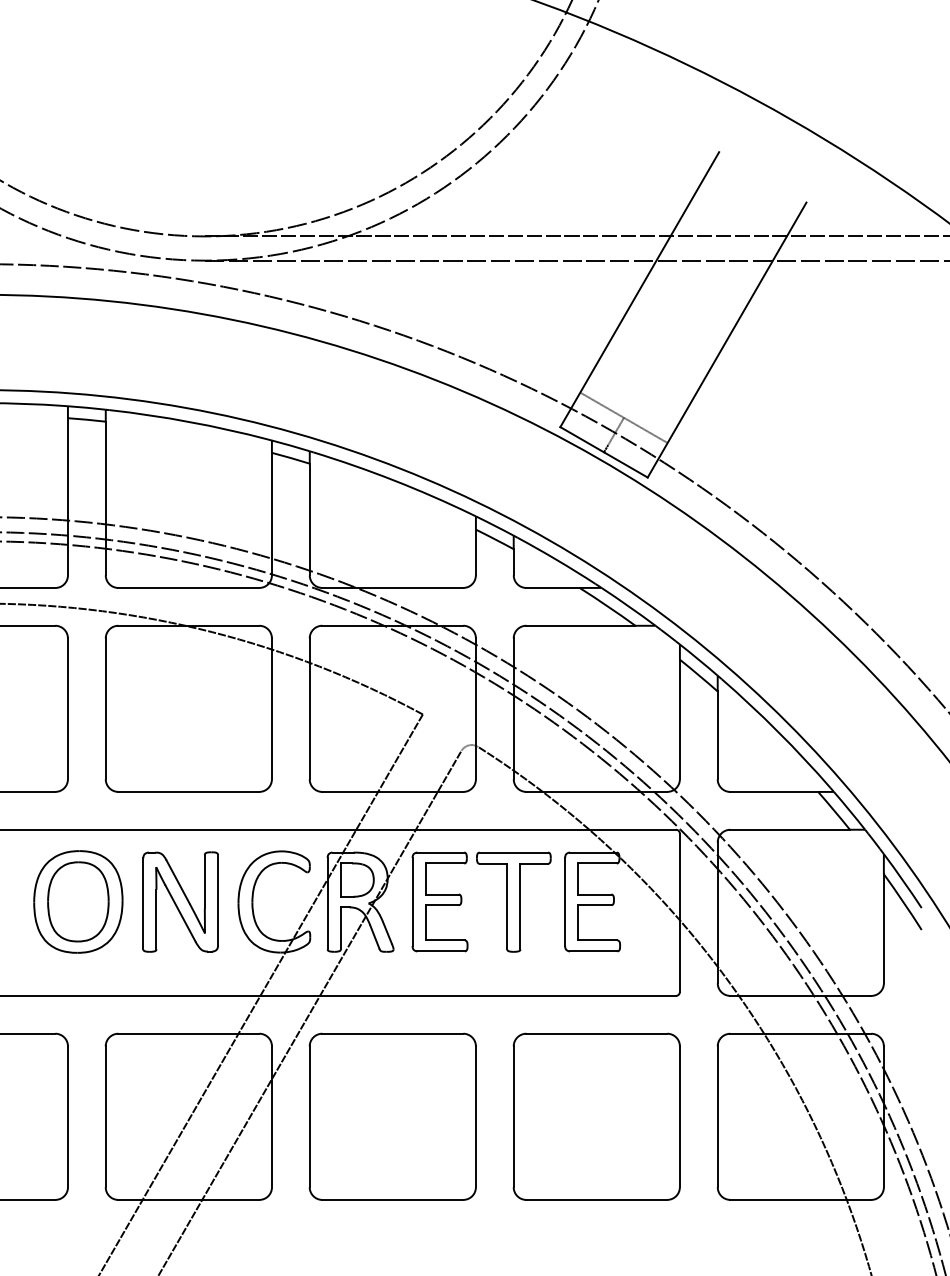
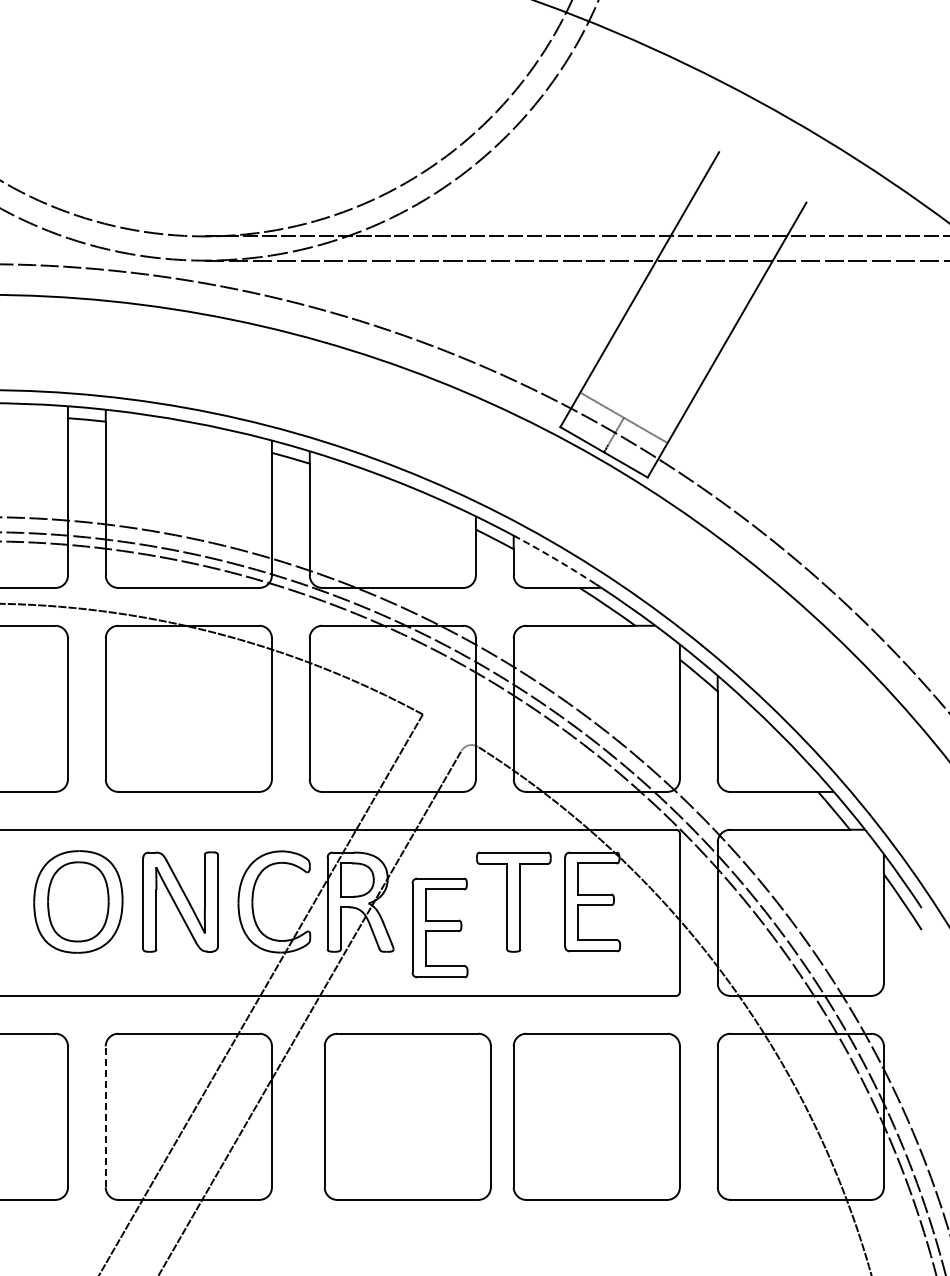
arc at (557, 560): solid -> dashed
part at (439, 901) position: (439, 901) -> (439, 927)
line at (105, 1116): solid -> dashed
part at (392, 1116) position: (392, 1116) -> (407, 1116)
